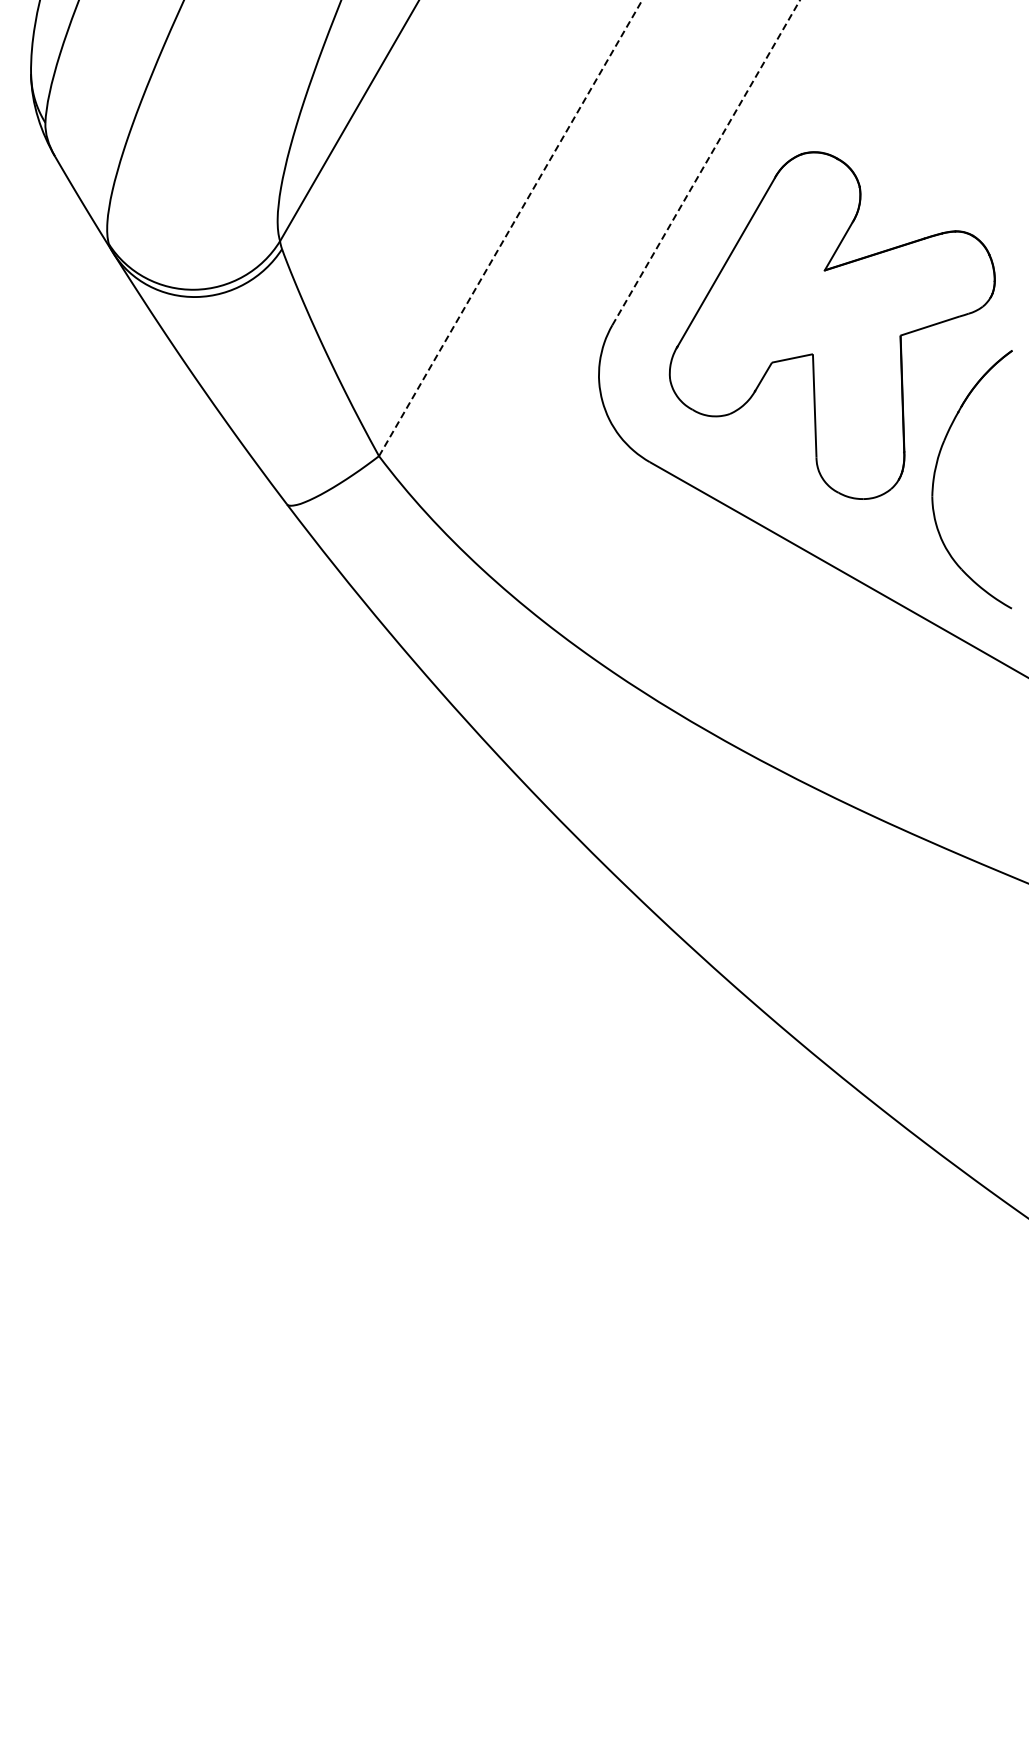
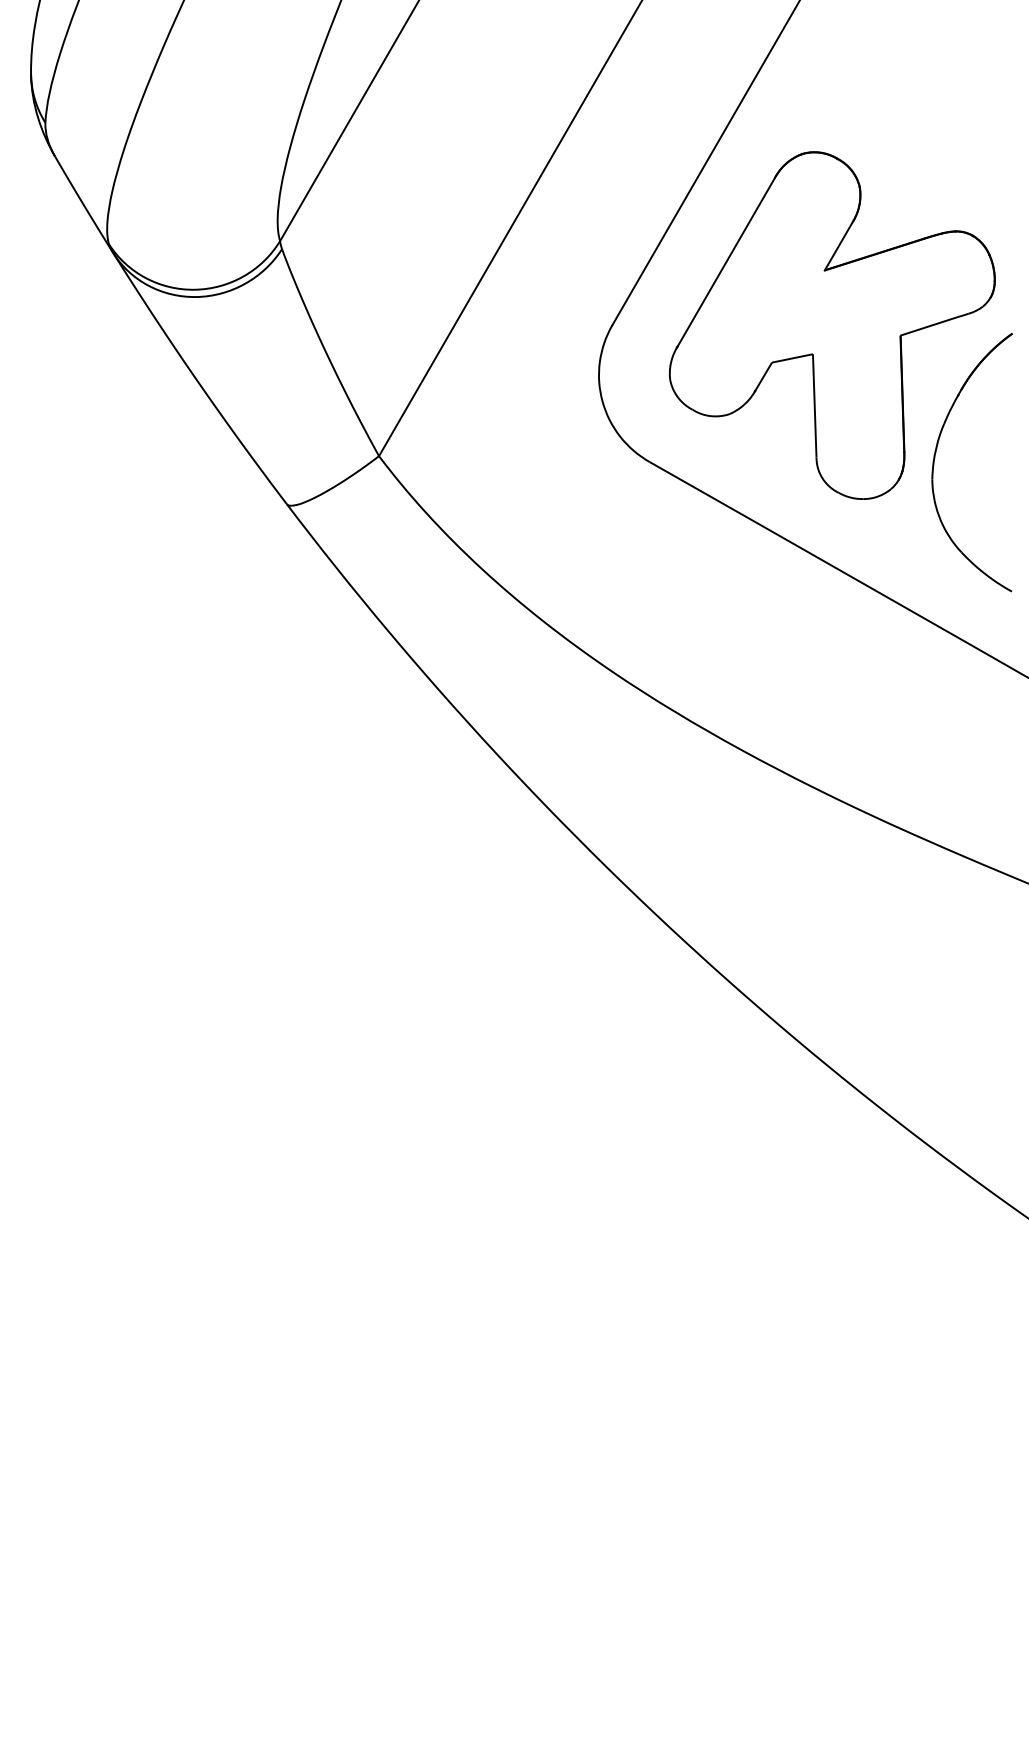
line at (706, 162): dashed -> solid
line at (510, 228): dashed -> solid
part at (936, 470) position: (936, 470) -> (936, 453)
